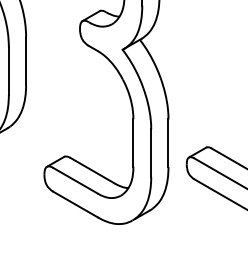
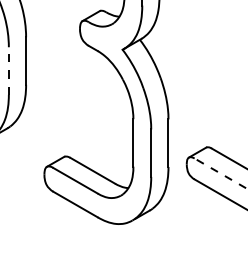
line at (8, 71): solid -> dashed
line at (221, 173): solid -> dashed
